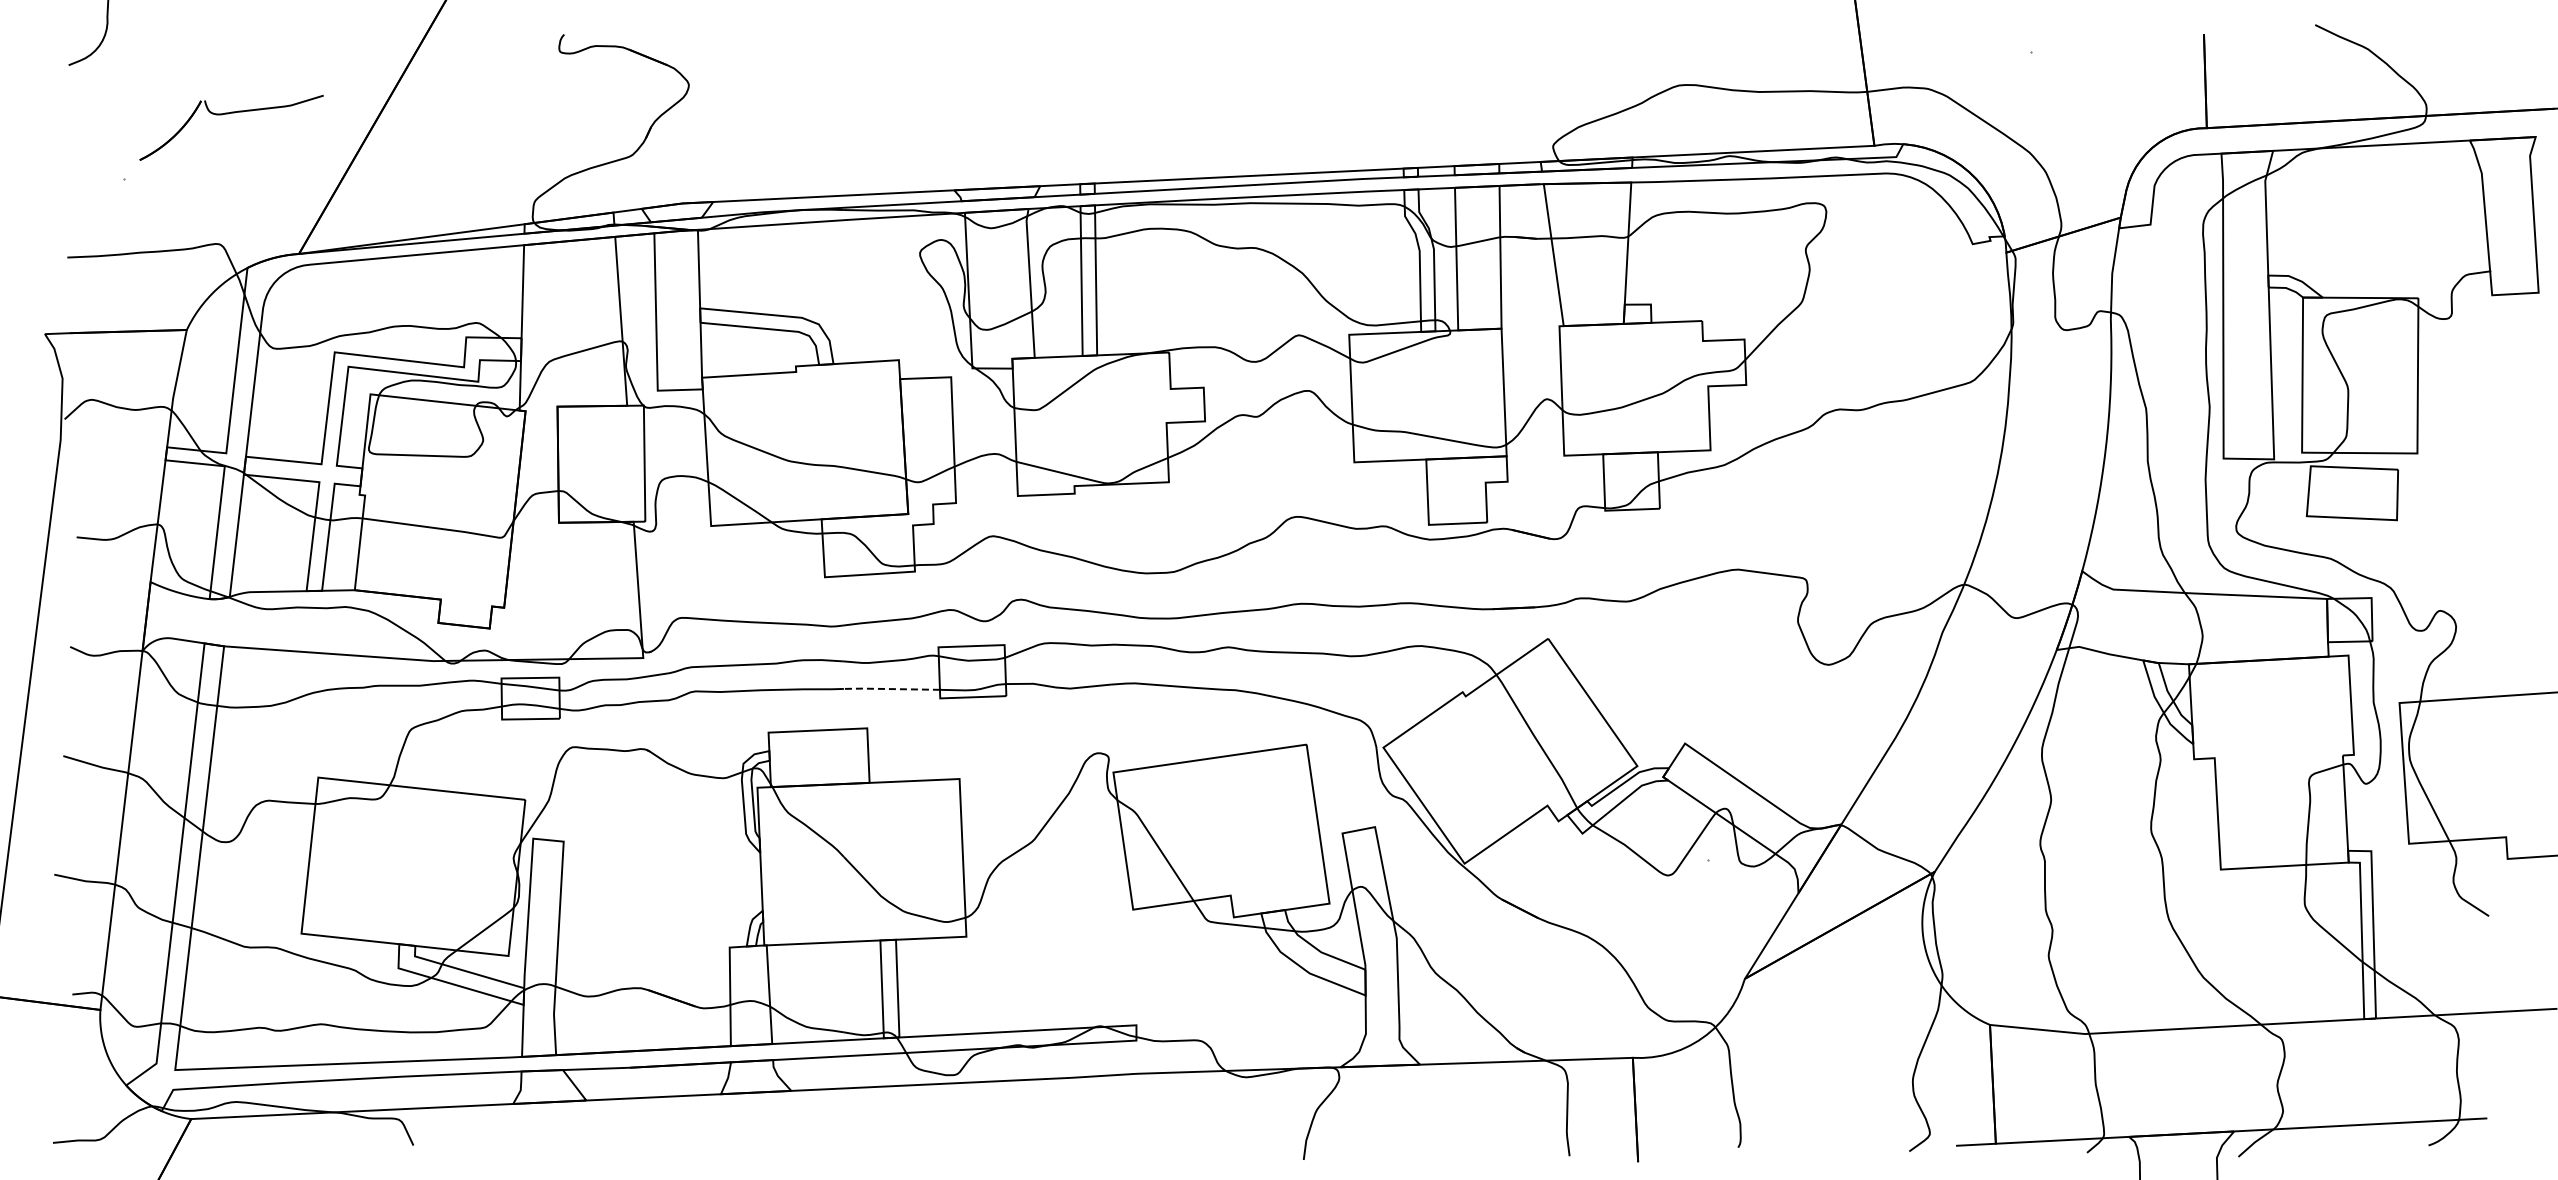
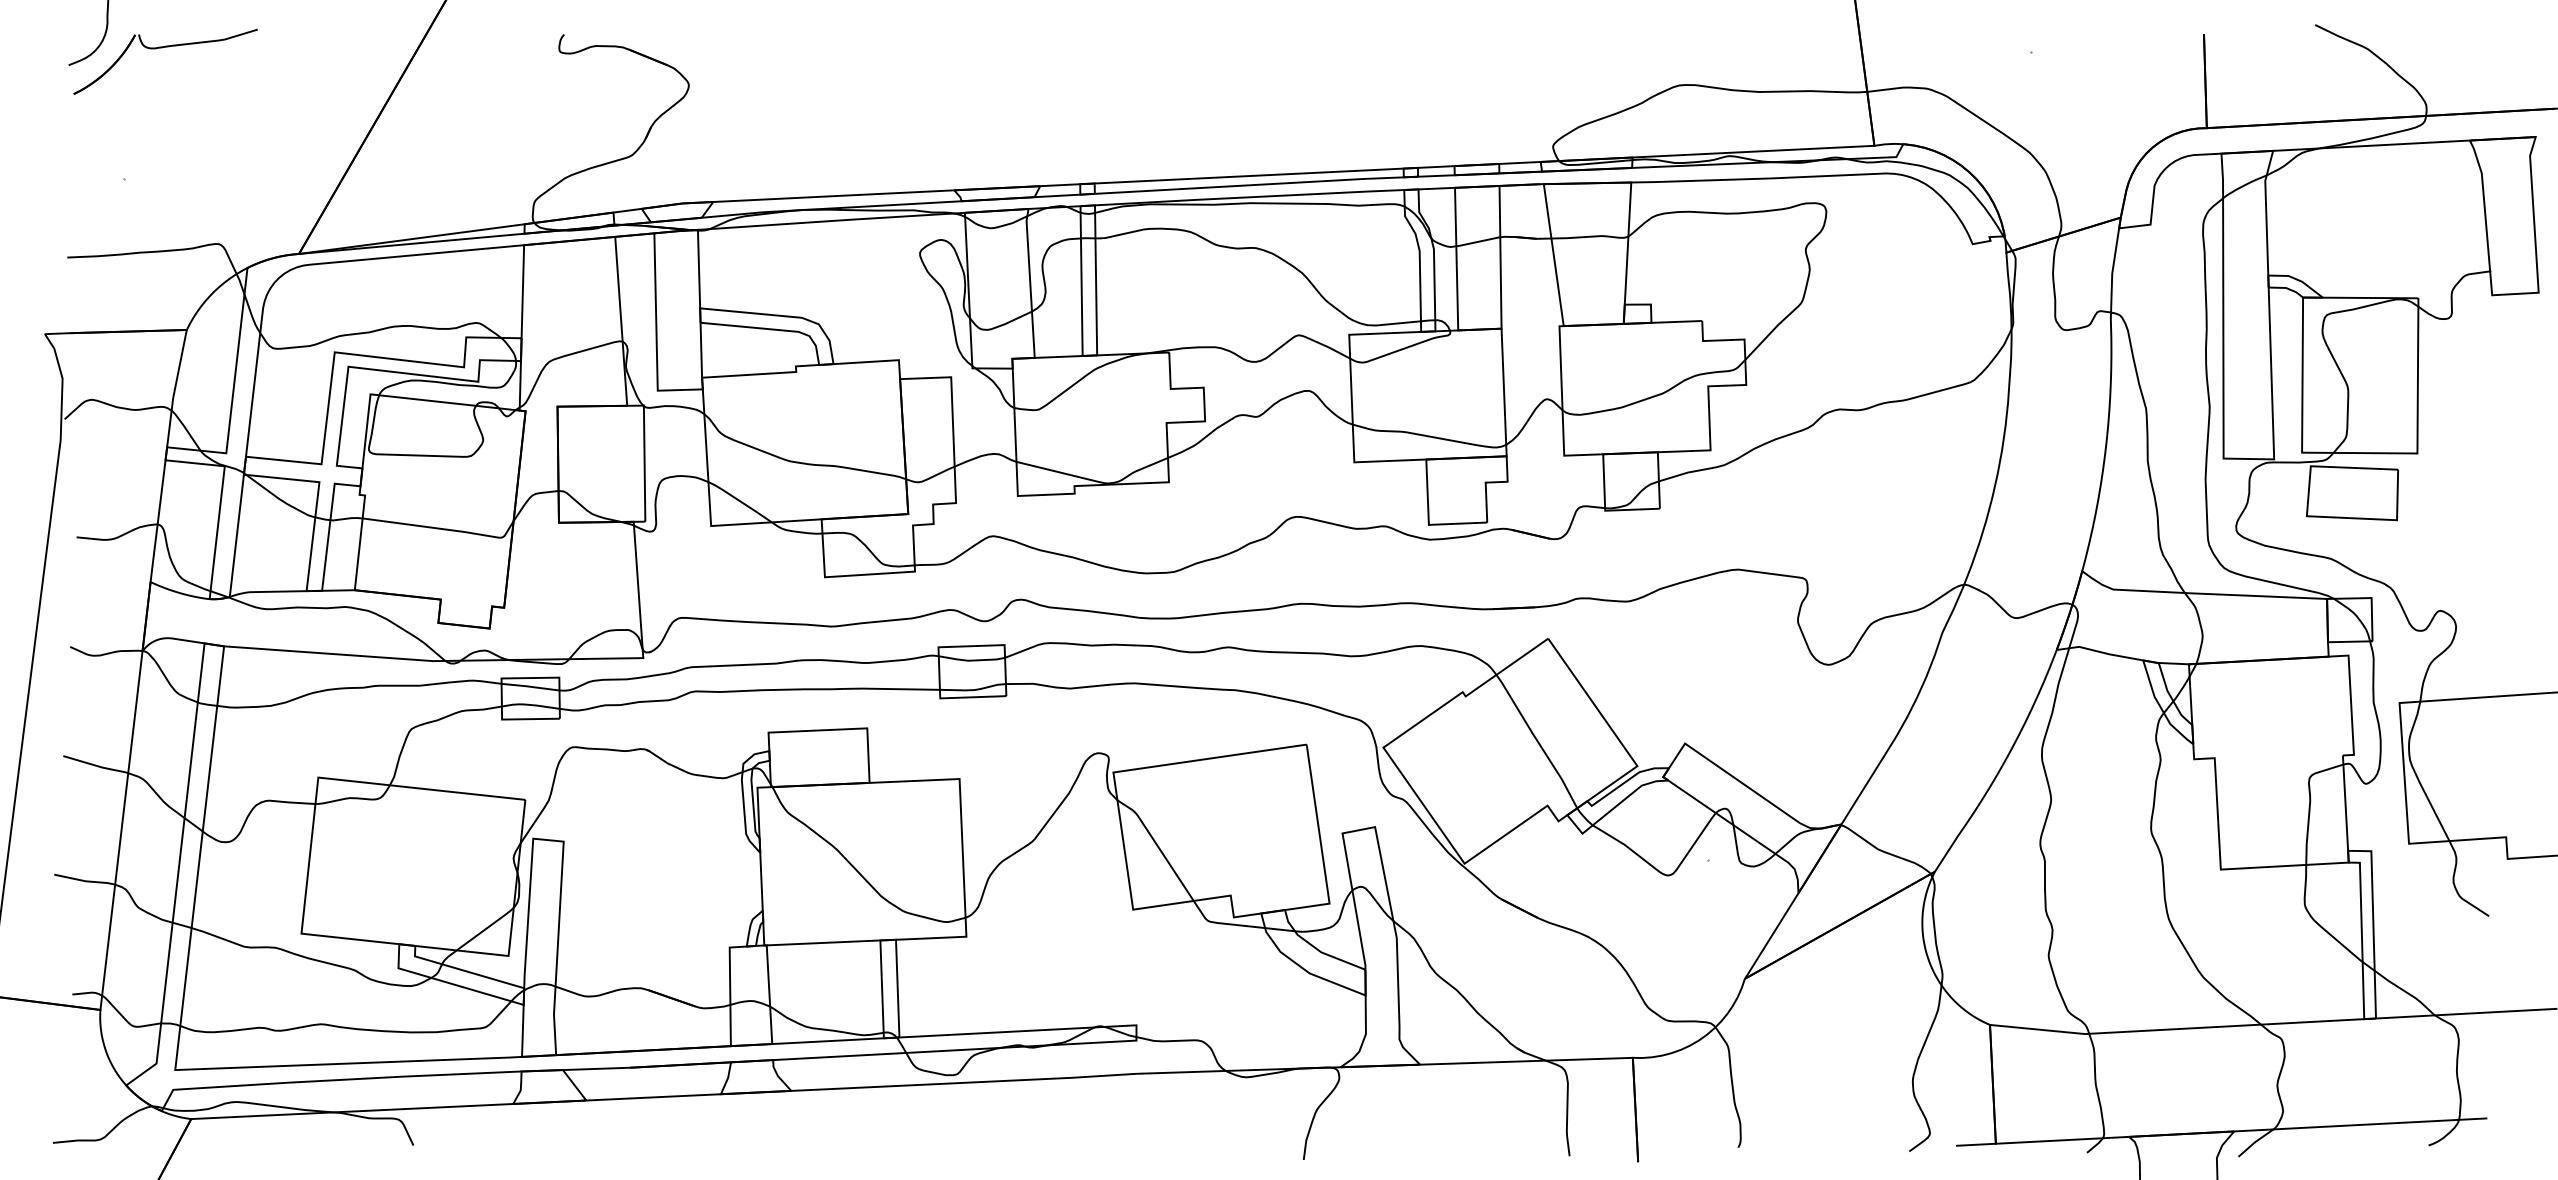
part at (228, 114) position: (228, 114) -> (162, 48)
line at (890, 689): dashed -> solid
